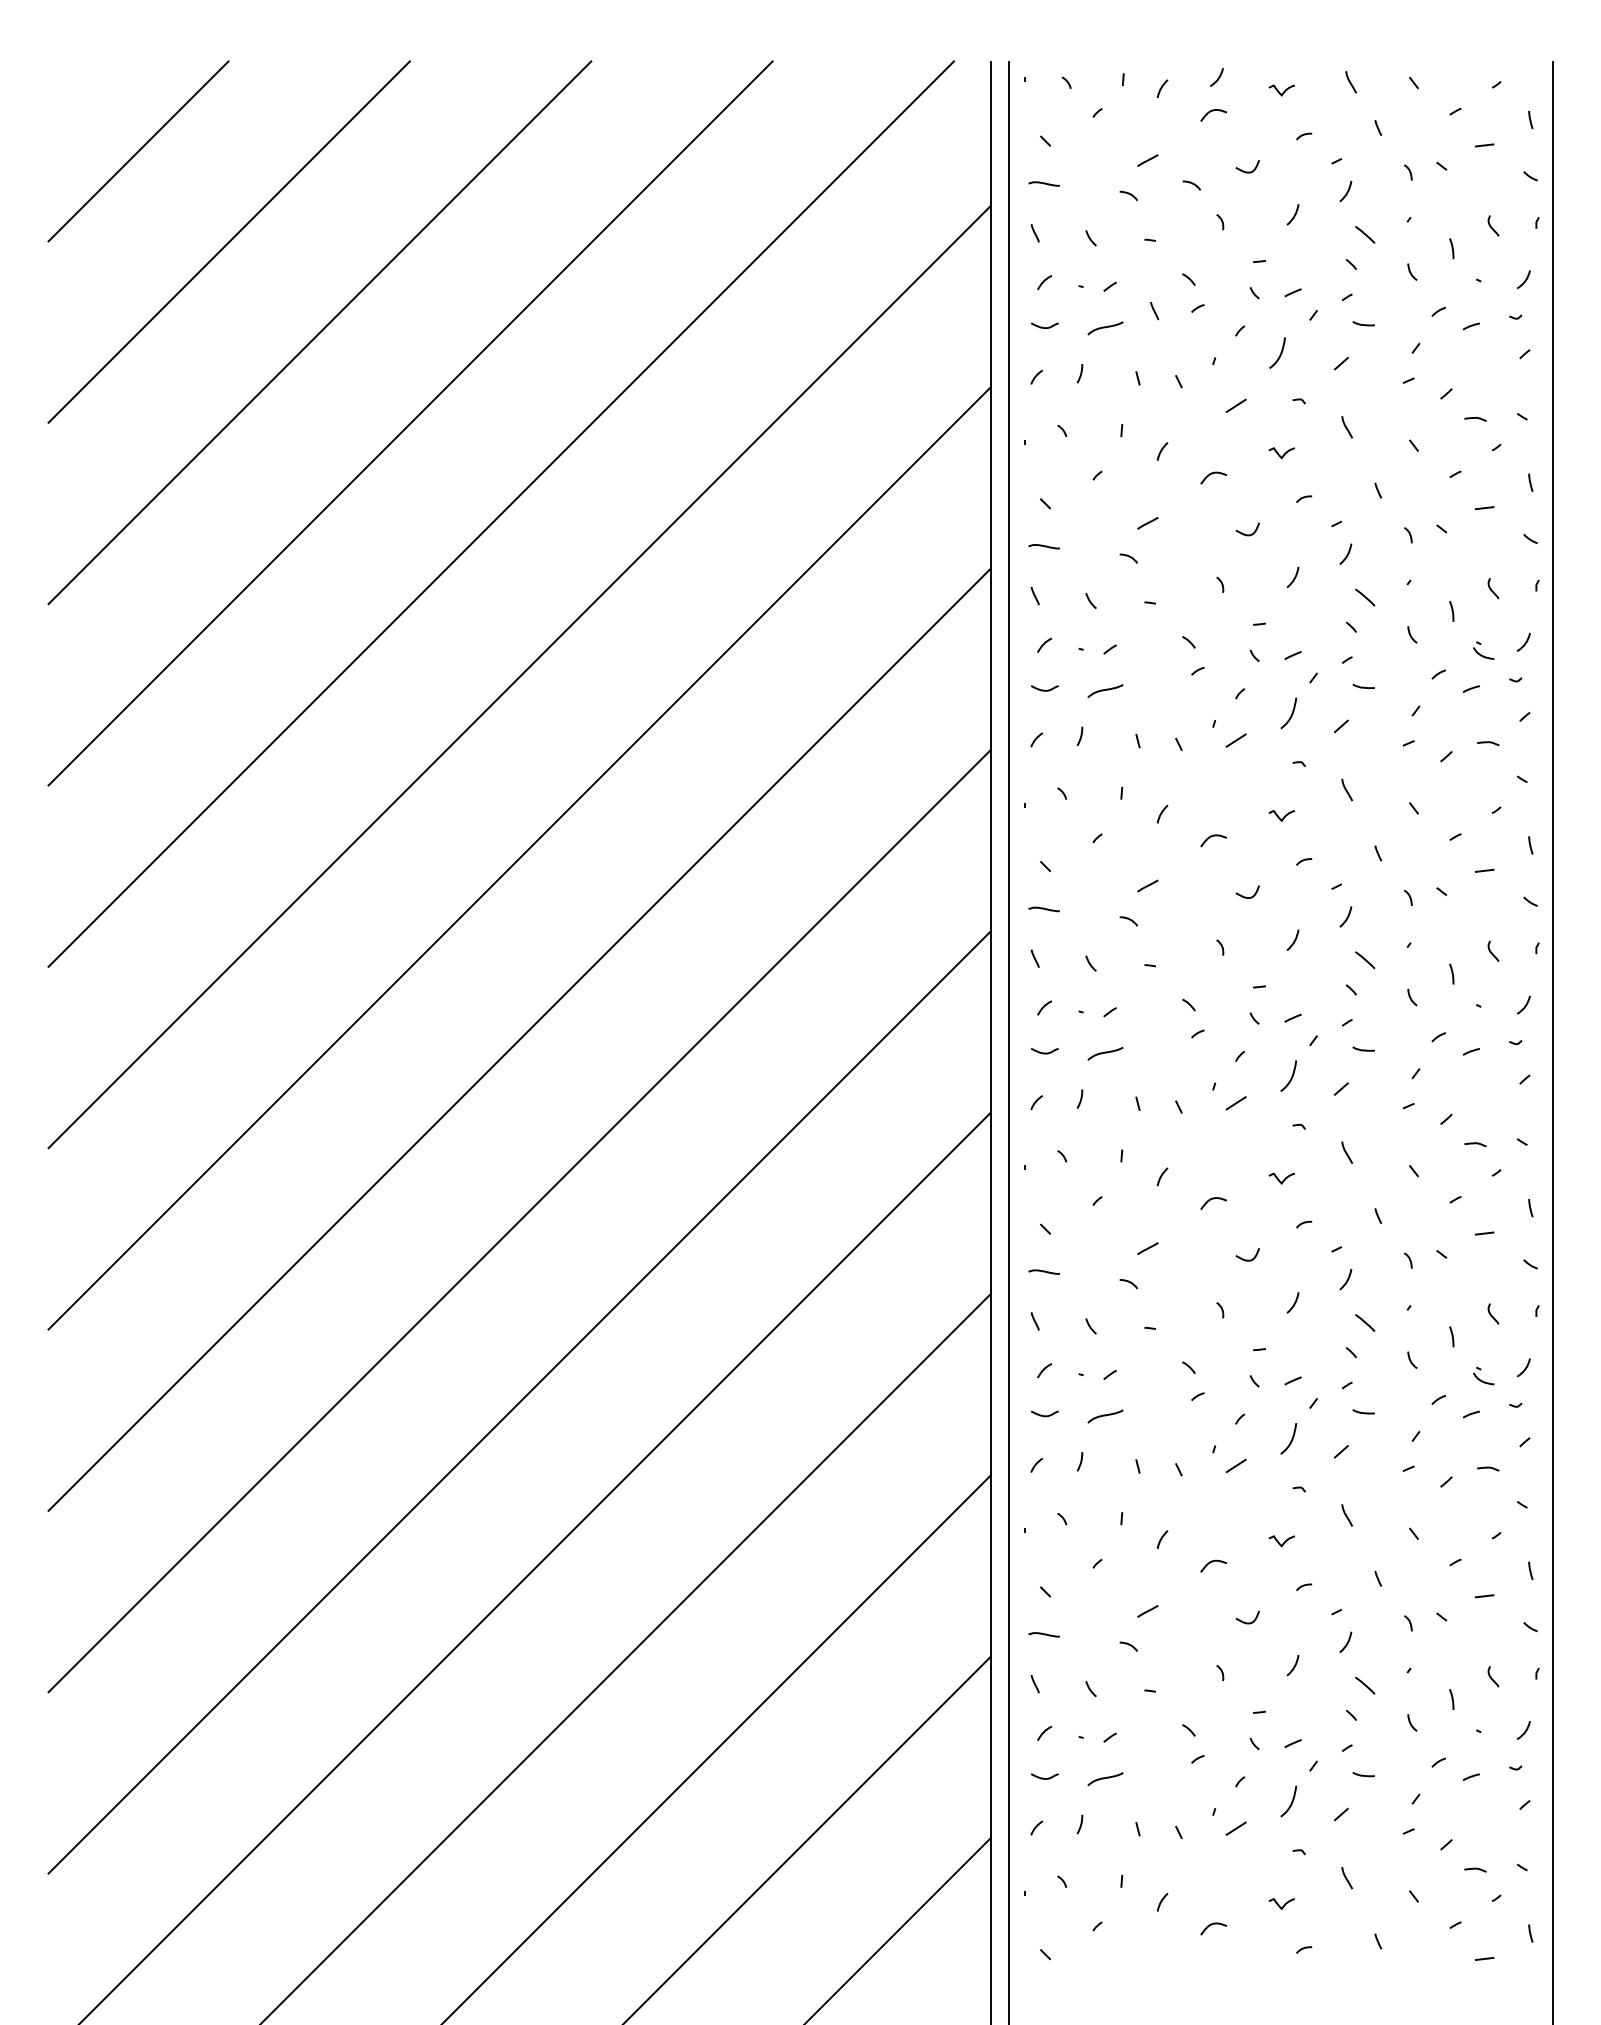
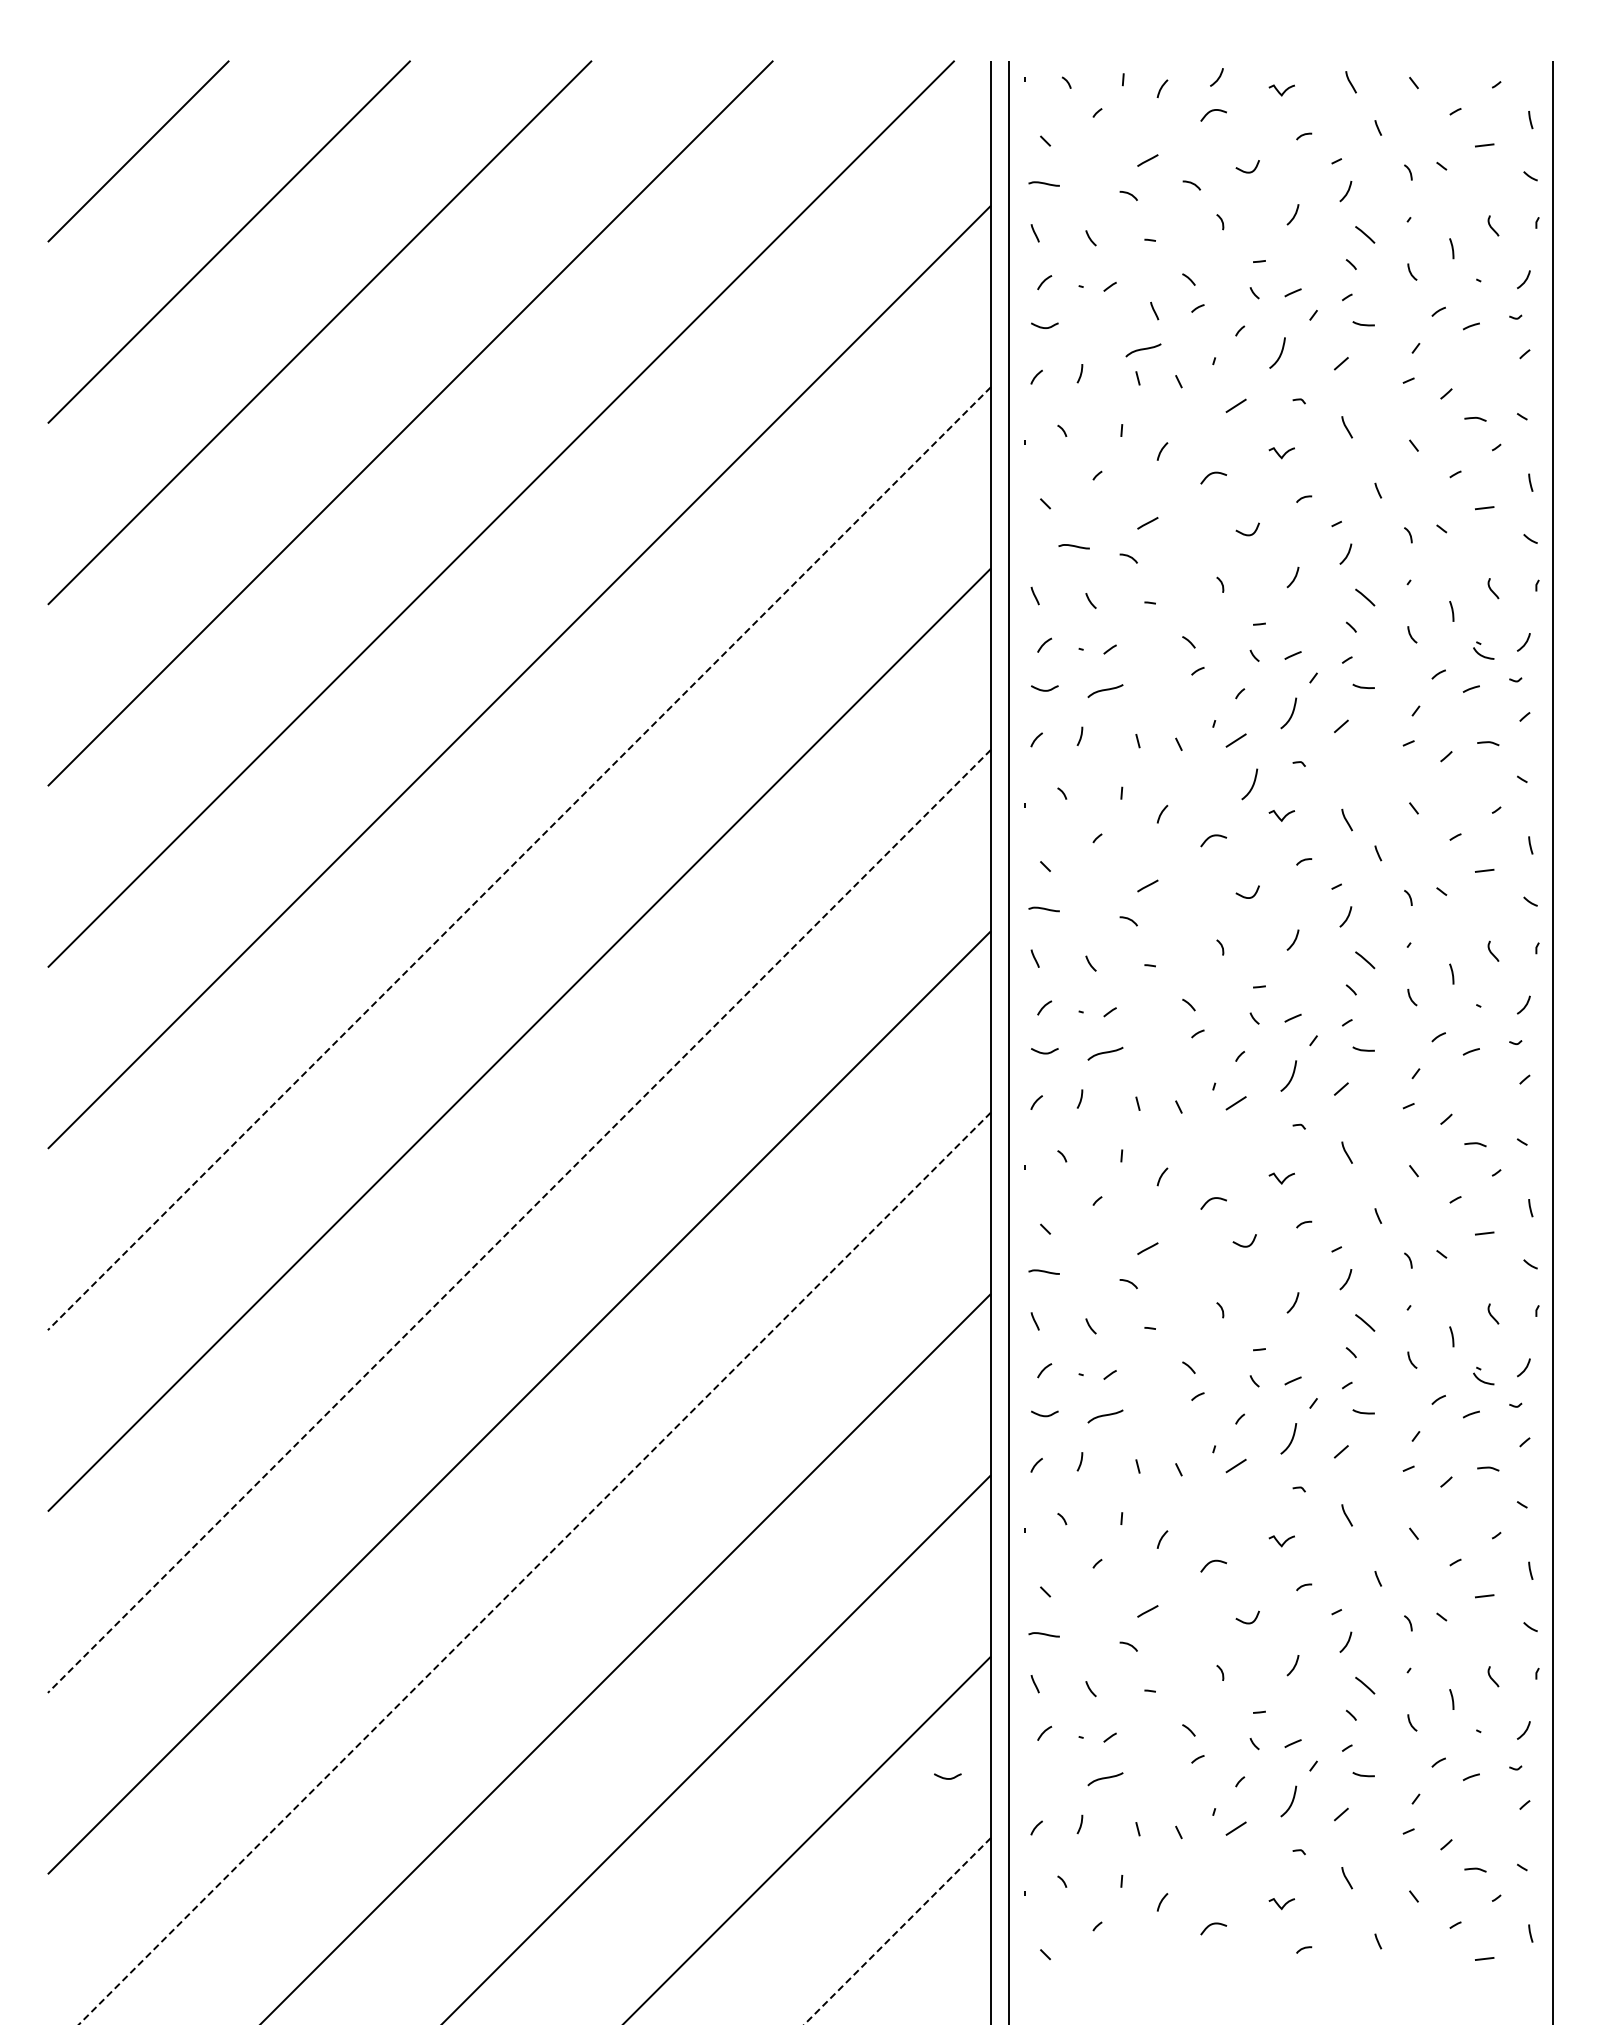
curve at (1105, 328) position: (1105, 328) -> (1143, 350)
curve at (1043, 546) position: (1043, 546) -> (1073, 546)
curve at (1251, 786): none -> present
curve at (1346, 789) position: (1346, 789) -> (1346, 819)
line at (519, 858): solid -> dashed
line at (519, 1221): solid -> dashed
curve at (1247, 1259) position: (1247, 1259) -> (1244, 1245)
line at (534, 1568): solid -> dashed
curve at (1043, 1777) position: (1043, 1777) -> (946, 1777)
line at (897, 1931): solid -> dashed
